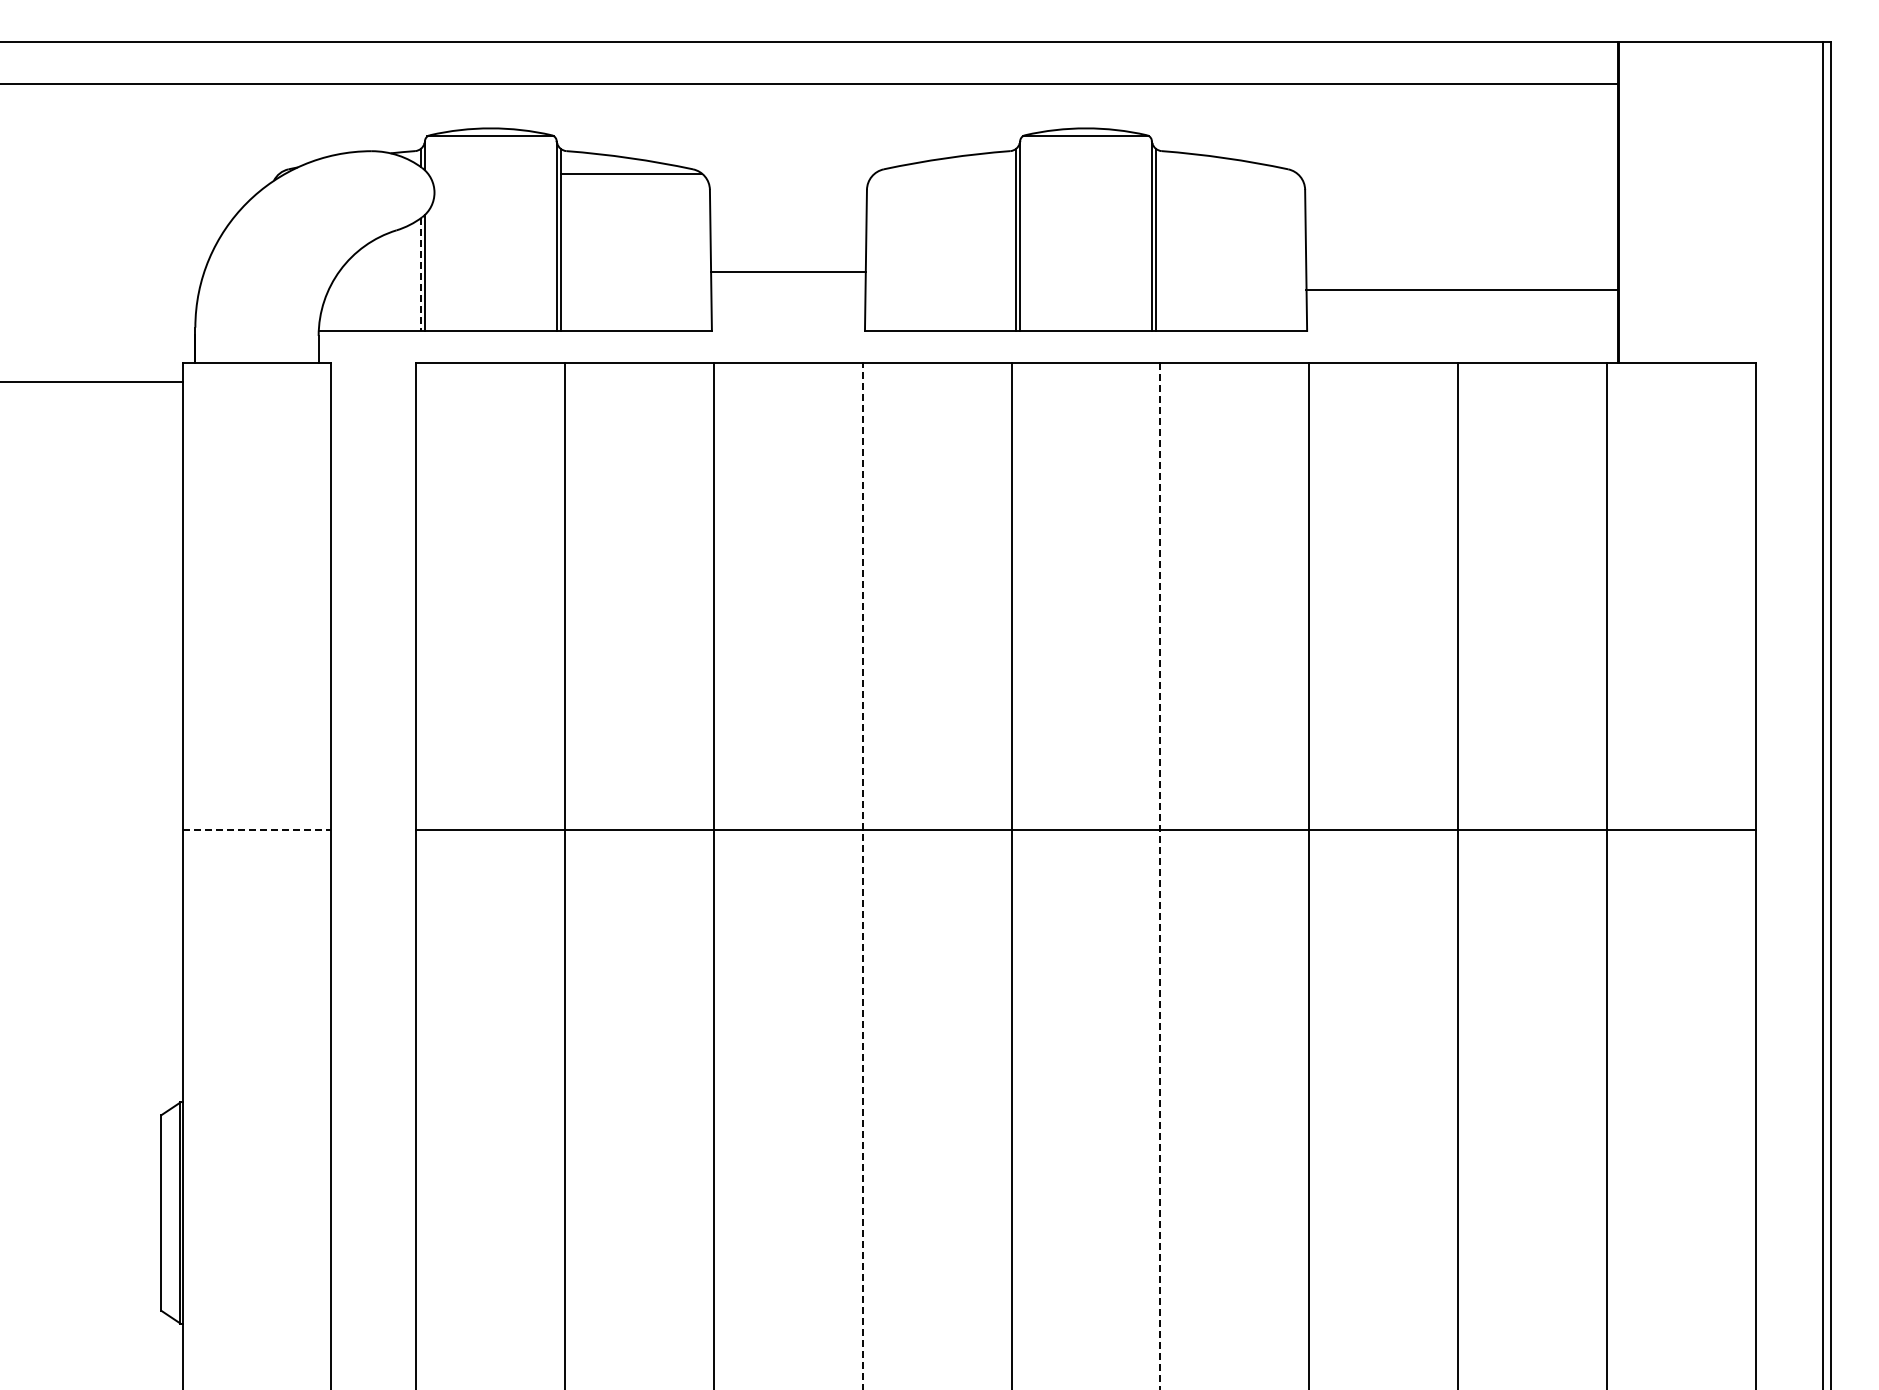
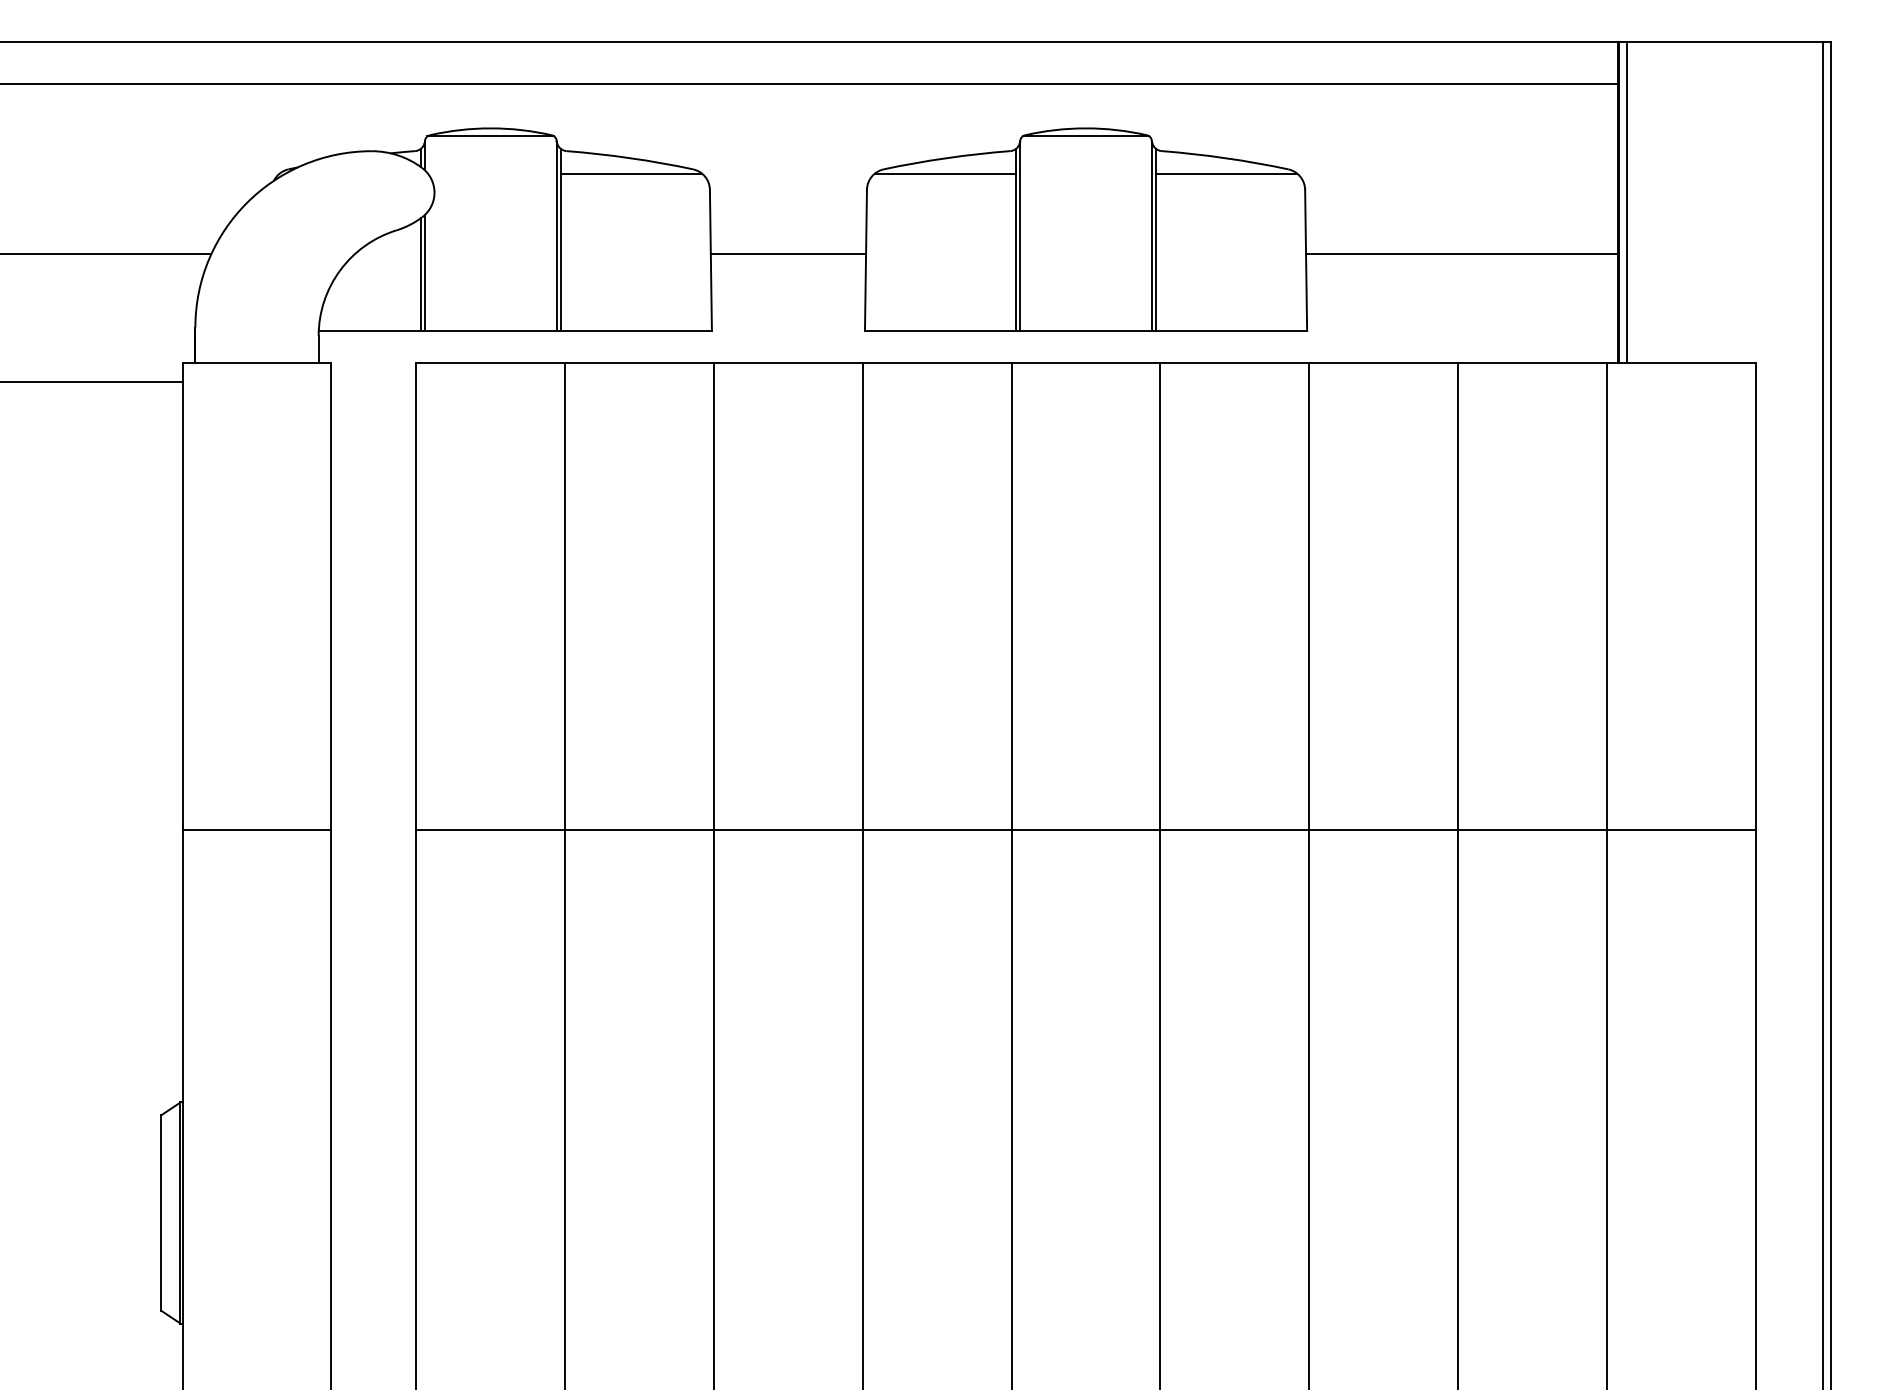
line at (944, 173): none -> present
line at (1226, 173): none -> present
line at (1627, 201): none -> present
line at (106, 254): none -> present
line at (788, 272) position: (788, 272) -> (788, 254)
line at (420, 275): dashed -> solid
line at (1461, 290) position: (1461, 290) -> (1461, 254)
line at (257, 830): dashed -> solid
line at (862, 875): dashed -> solid
line at (1160, 876): dashed -> solid
